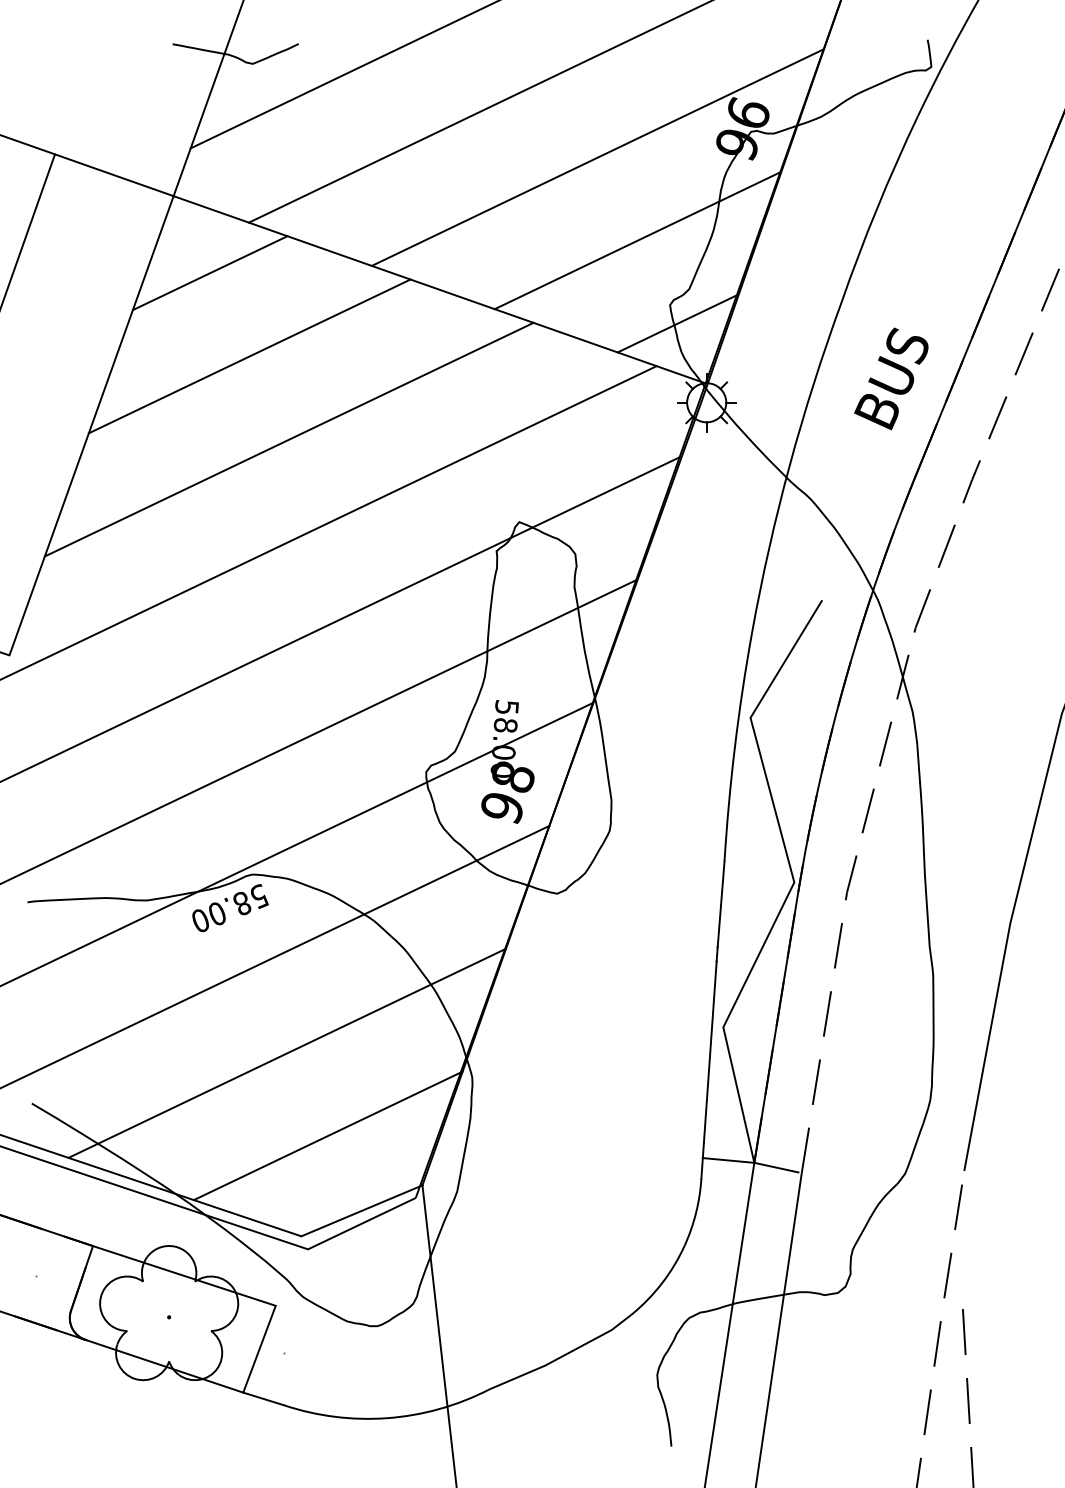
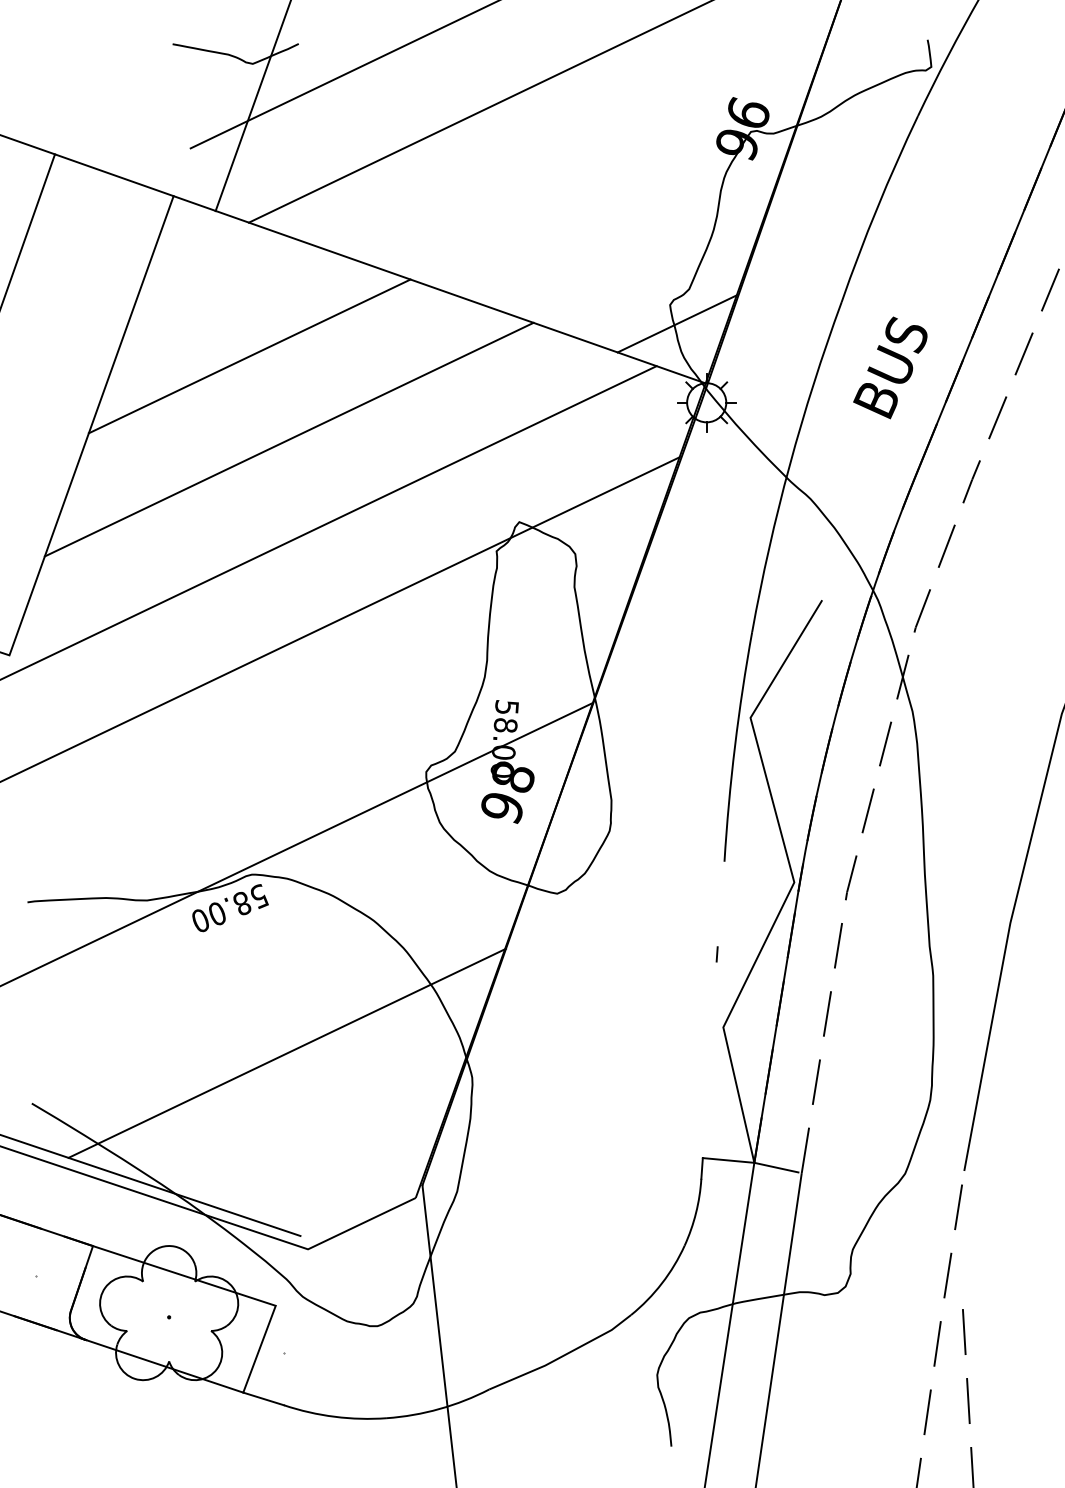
line at (208, 99) position: (208, 99) -> (252, 106)
line at (597, 157): present -> none
line at (637, 240): present -> none
line at (209, 273): present -> none
text at (891, 378) position: (891, 378) -> (890, 367)
line at (319, 731): present -> none
line at (720, 904): present -> none
line at (275, 956): present -> none
line at (709, 1059): present -> none
line at (327, 1135): present -> none
line at (361, 1210): present -> none
